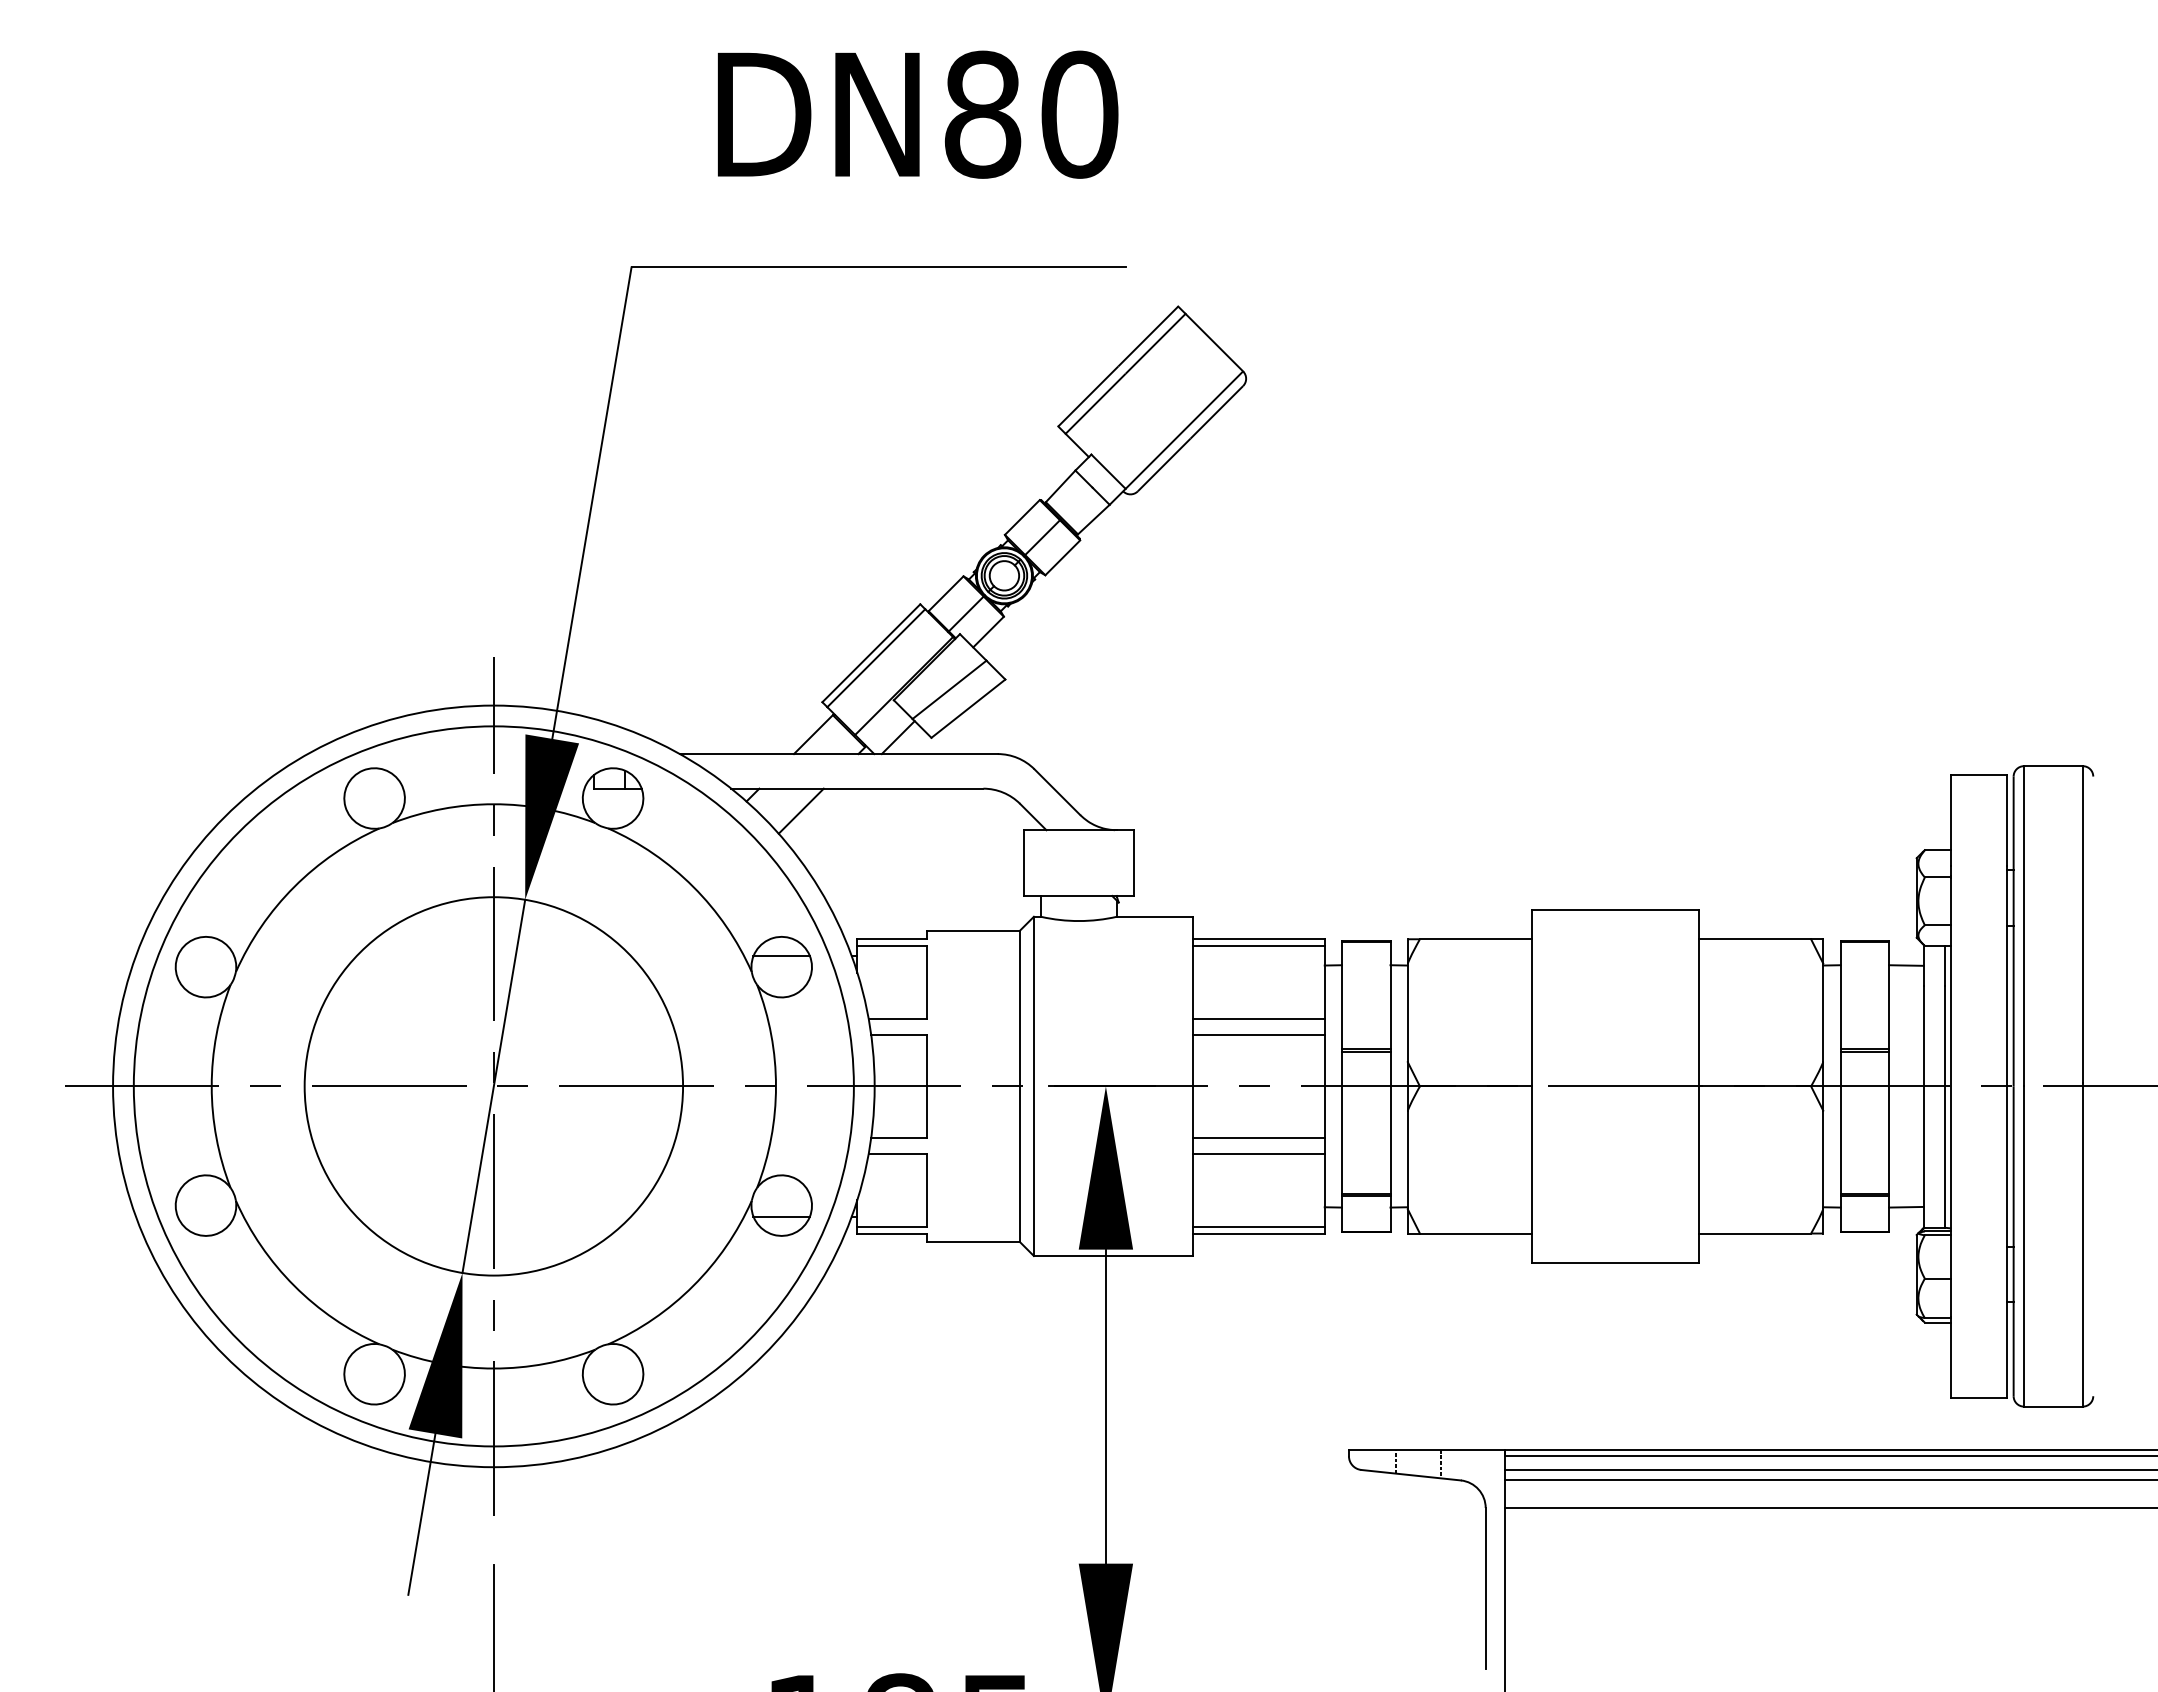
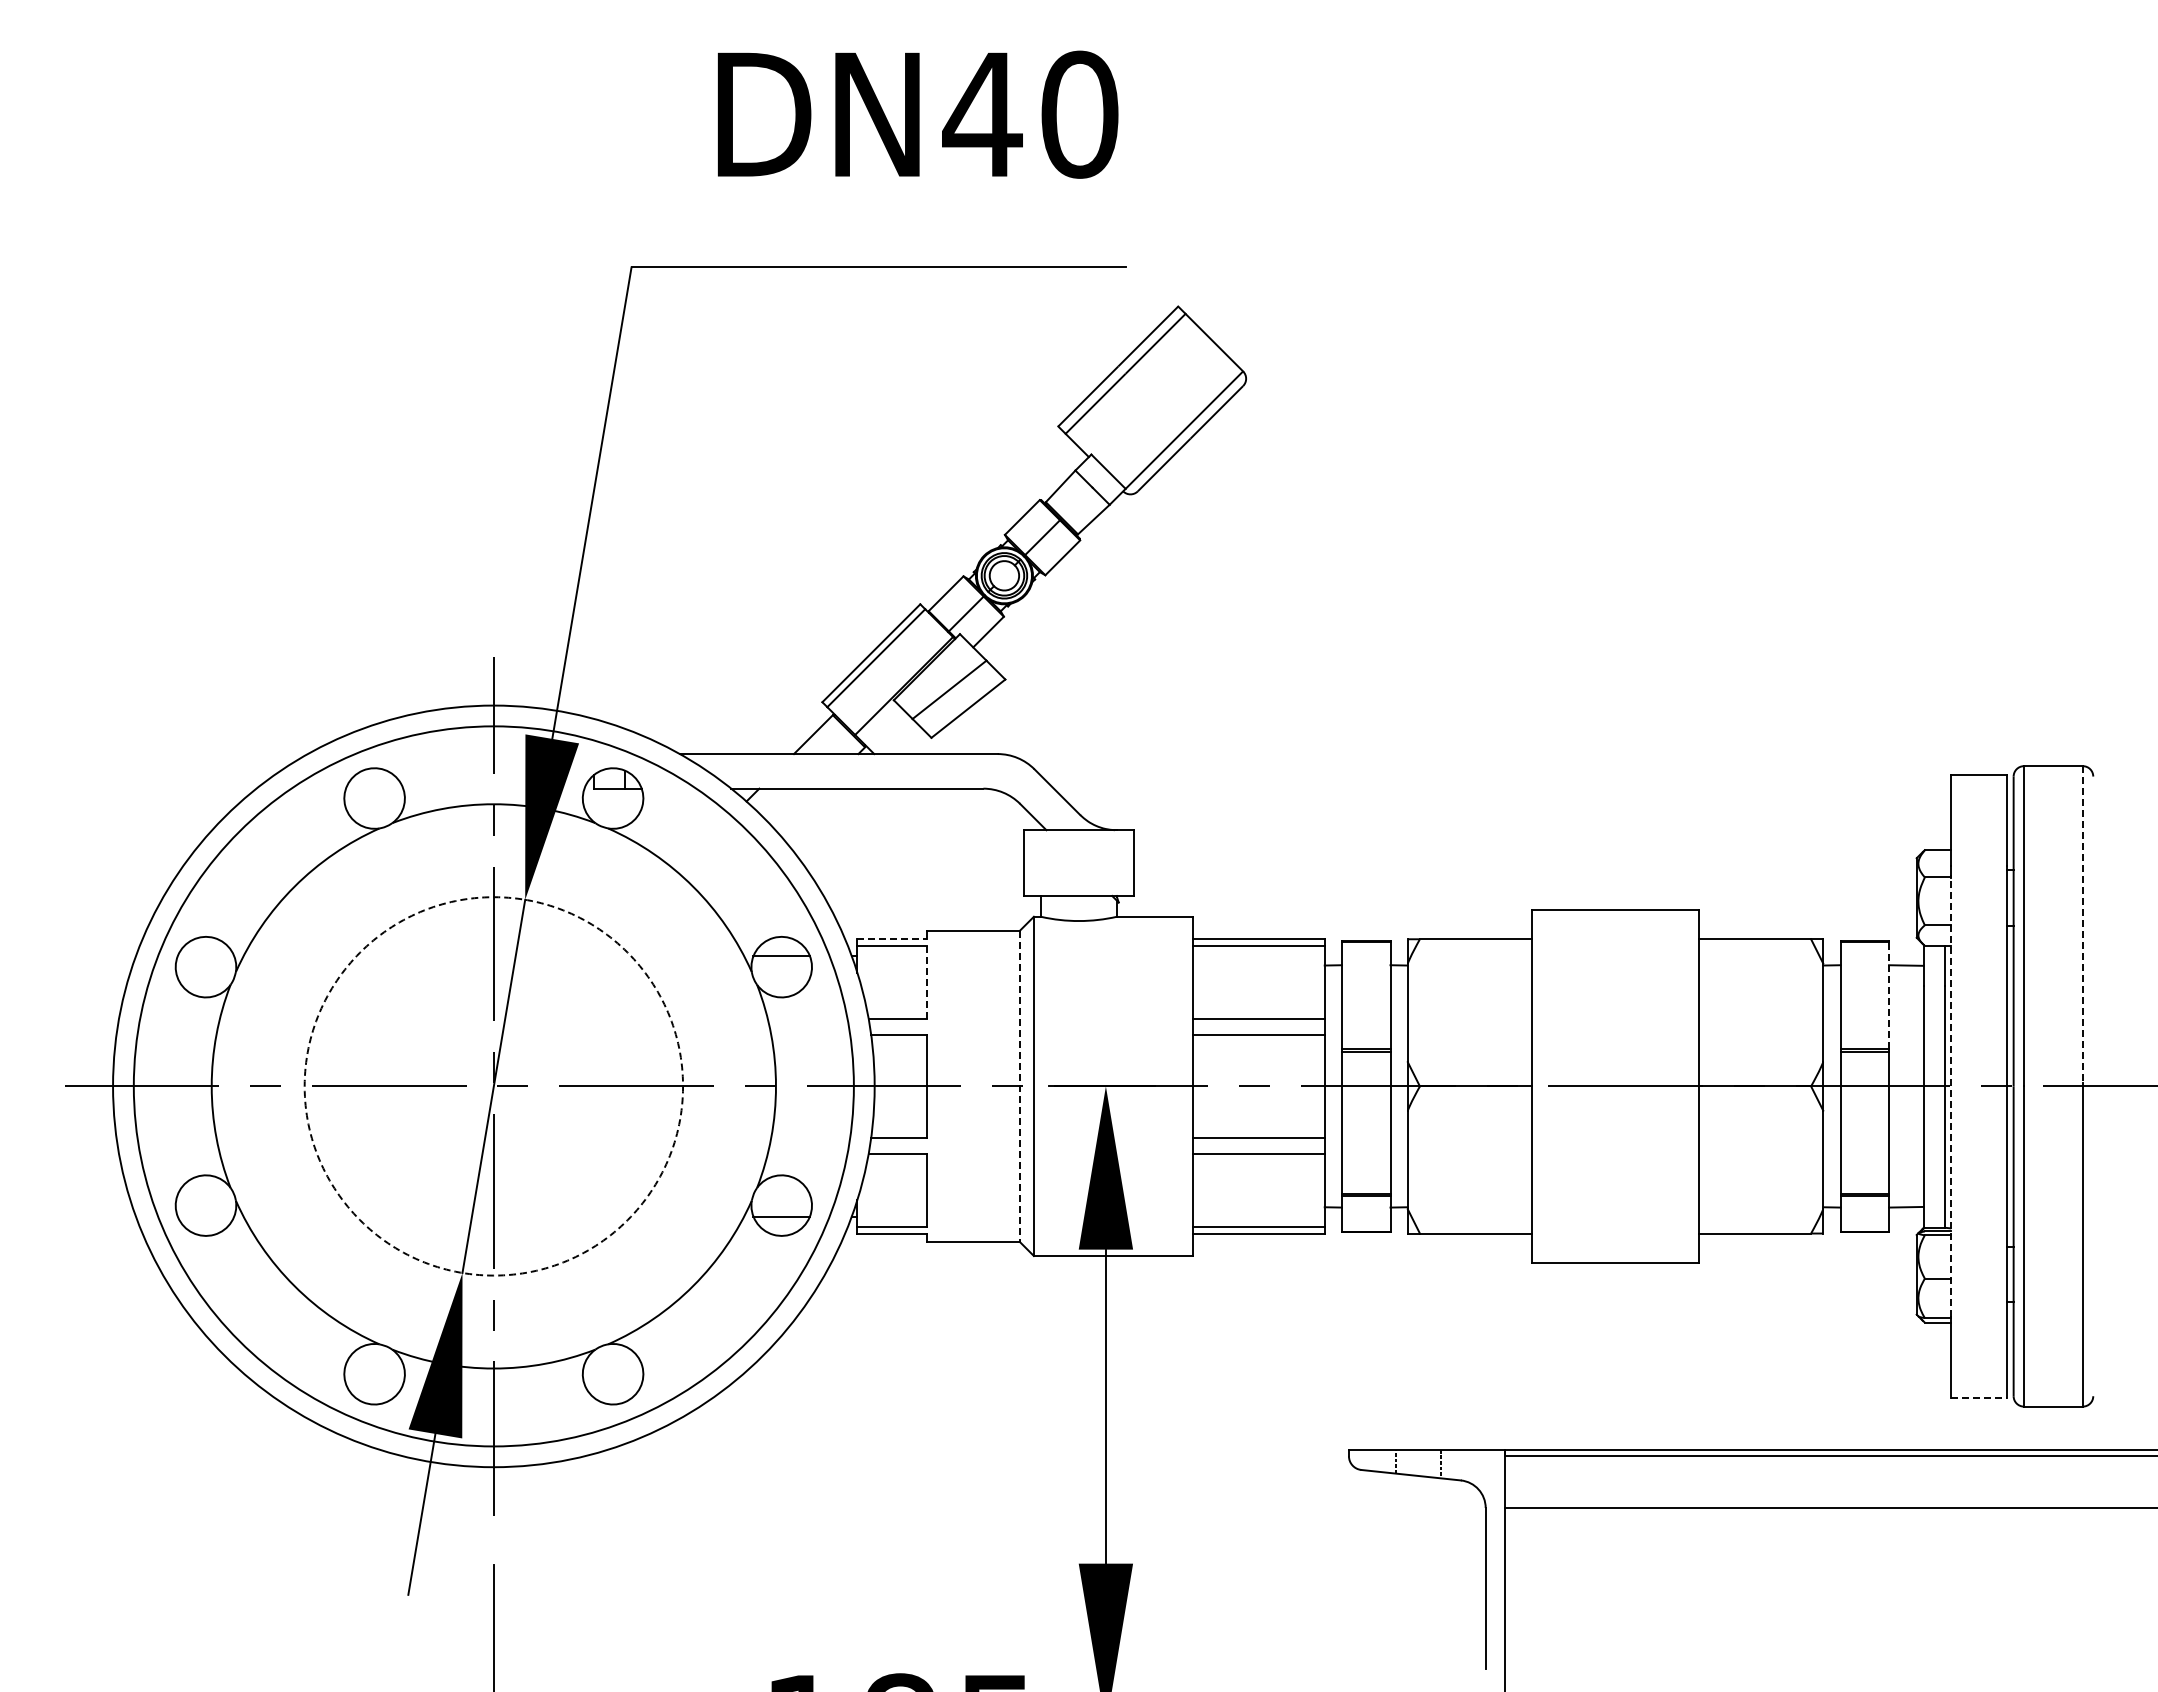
text at (982, 114): DN80 -> DN40
line at (897, 737): present -> none
line at (800, 810): present -> none
line at (2082, 924): solid -> dashed
line at (891, 939): solid -> dashed
line at (926, 981): solid -> dashed
line at (1889, 994): solid -> dashed
circle at (493, 1086): solid -> dashed
line at (1020, 1086): solid -> dashed
line at (1951, 1096): solid -> dashed
line at (1979, 1397): solid -> dashed
line at (1829, 1469): present -> none
line at (1829, 1480): present -> none
